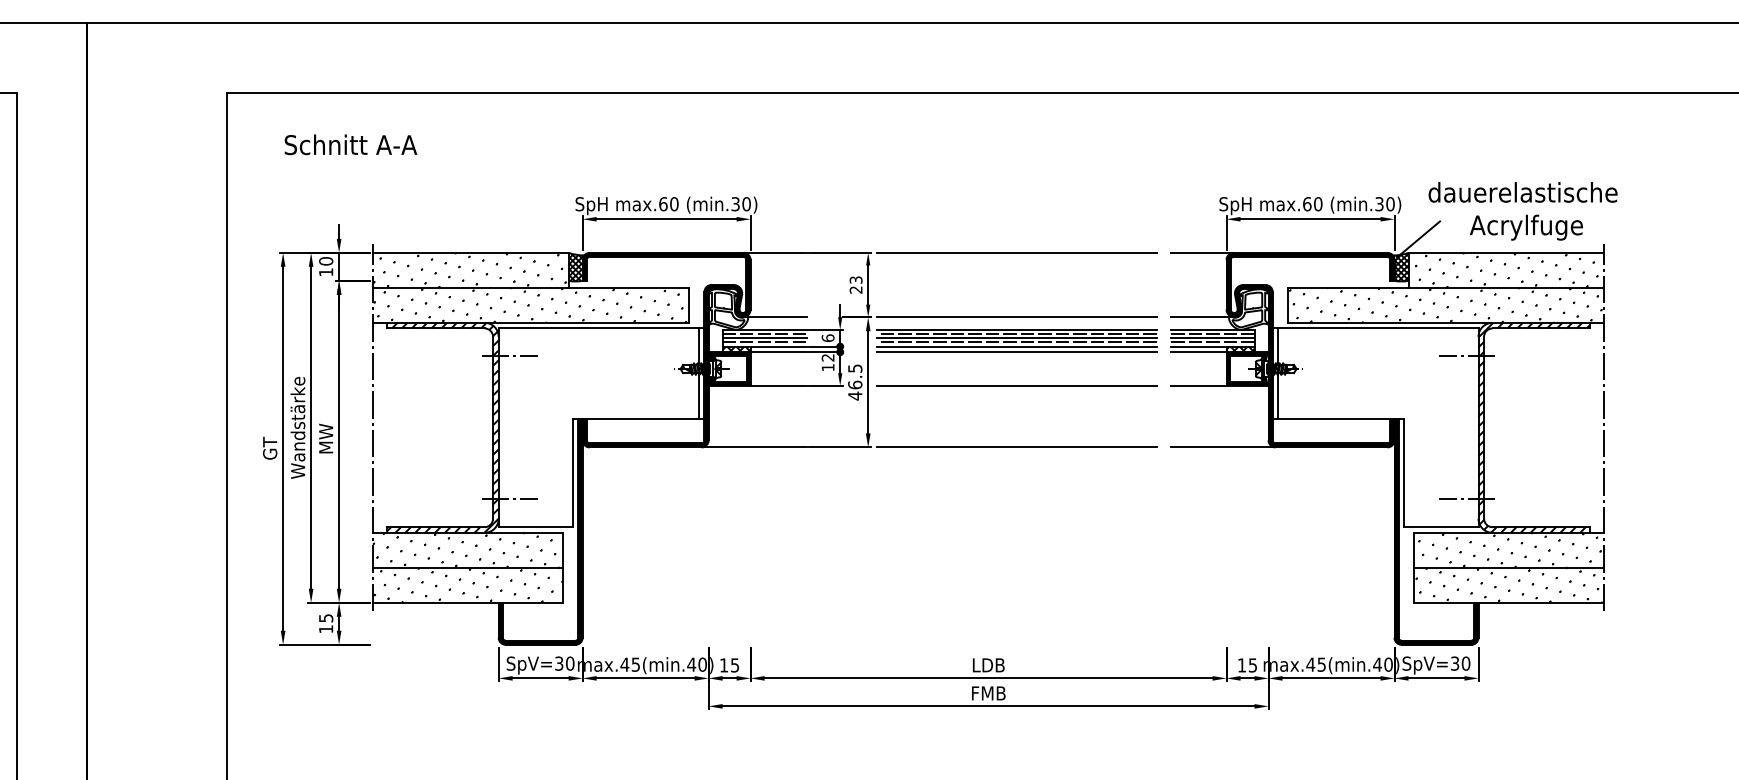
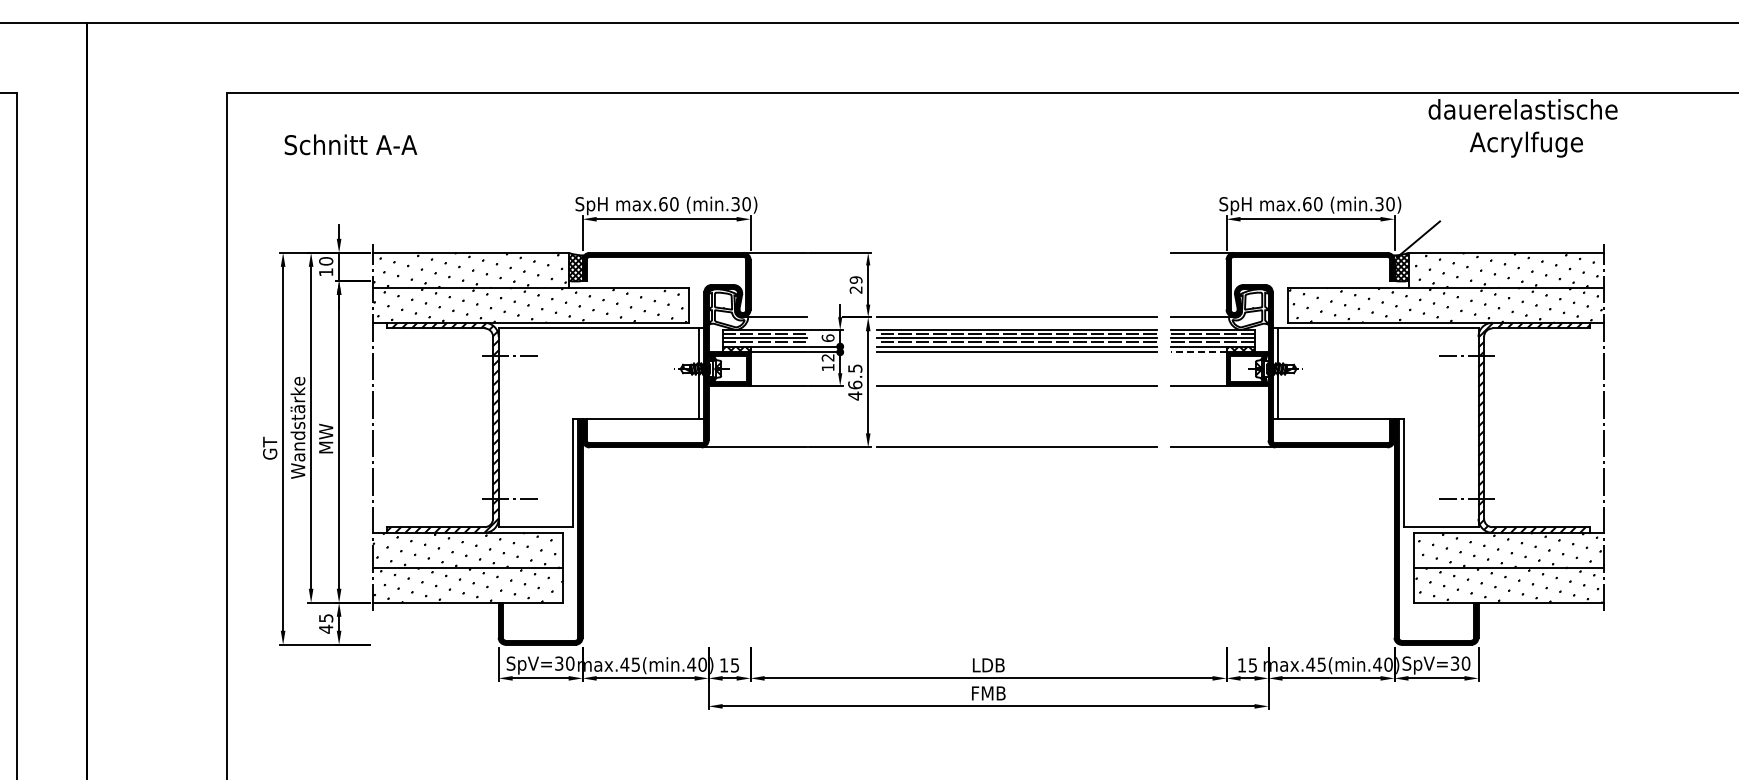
text at (1522, 211) position: (1522, 211) -> (1522, 128)
line at (1016, 252): present -> none
text at (855, 279): 23 -> 29
line at (1198, 352): solid -> dashed
text at (326, 628): 15 -> 45
